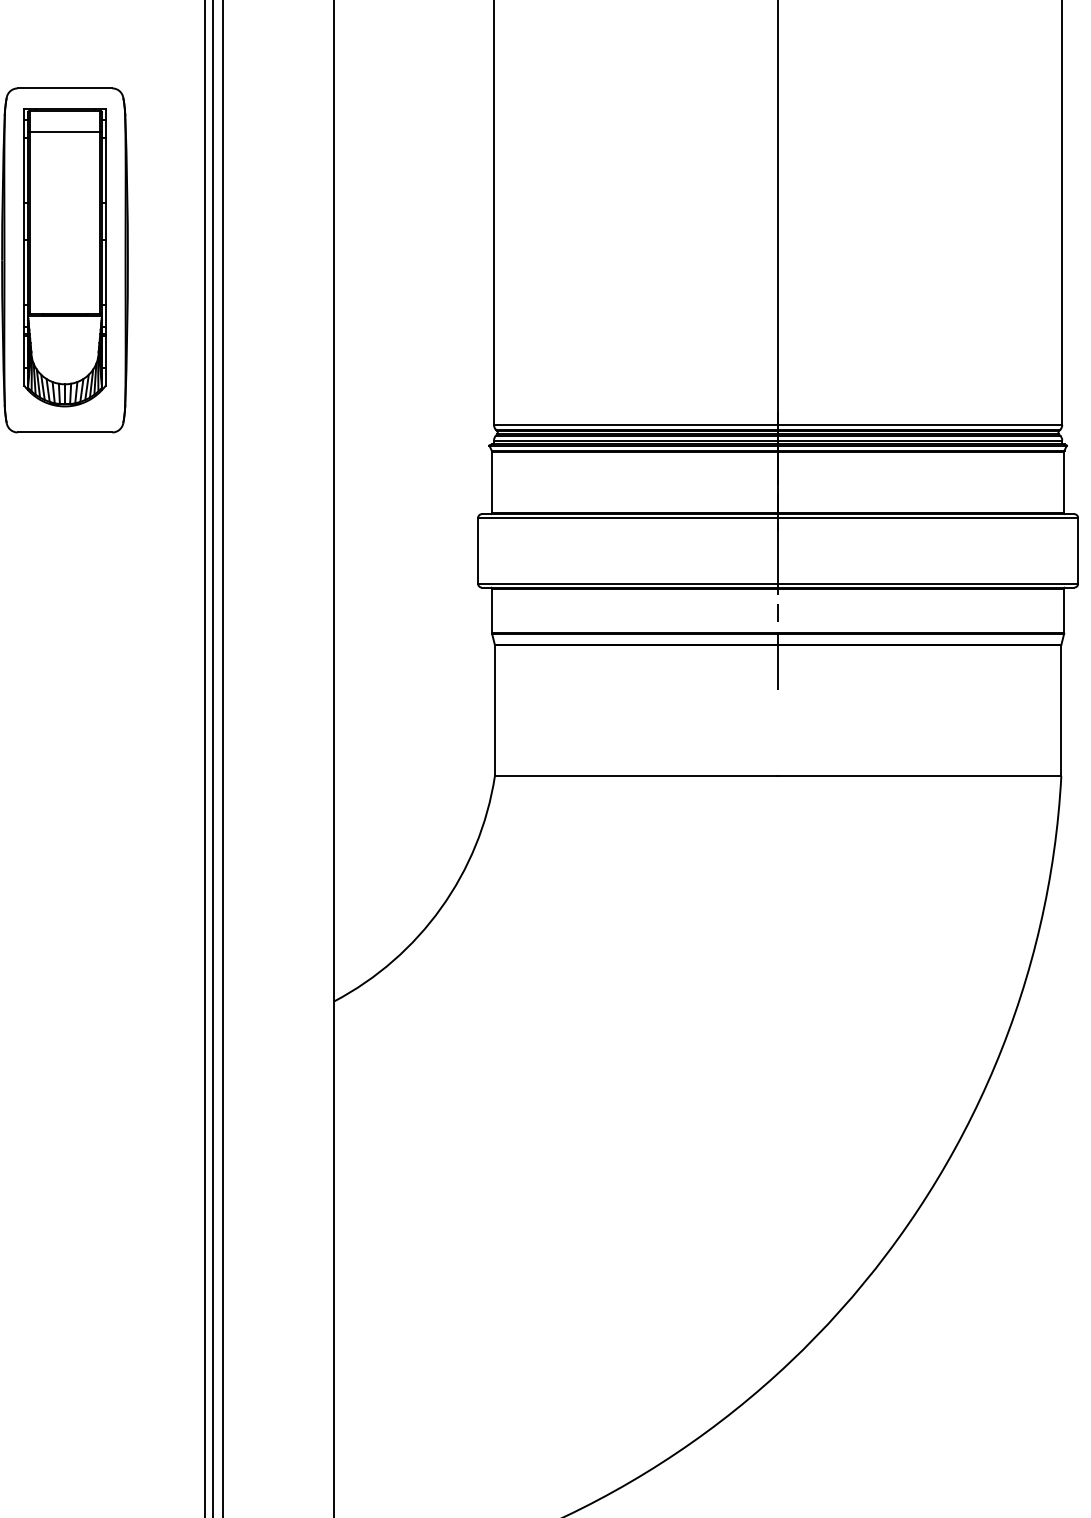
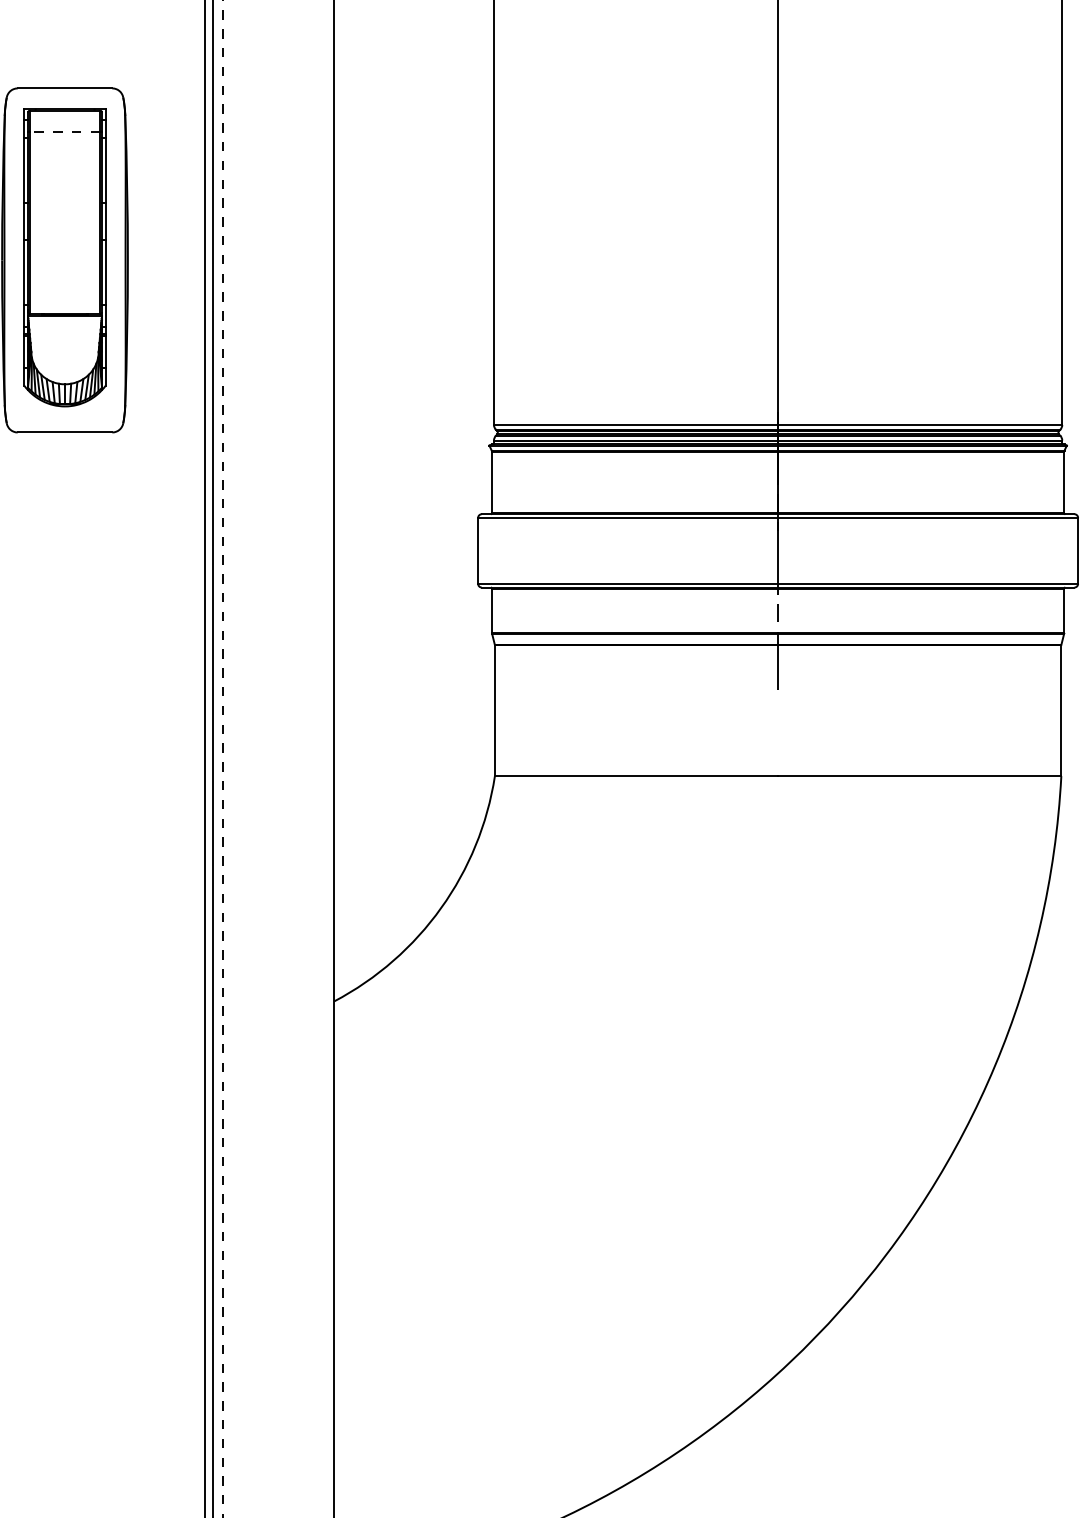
line at (64, 131): solid -> dashed
line at (223, 759): solid -> dashed
